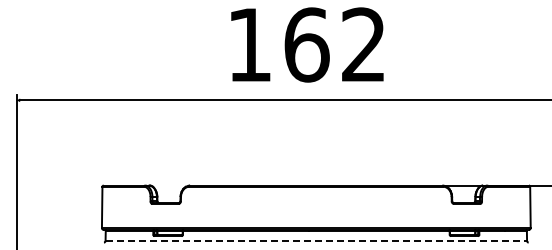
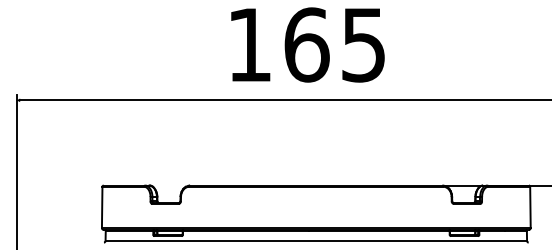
text at (363, 44): 162 -> 165
line at (316, 241): dashed -> solid
